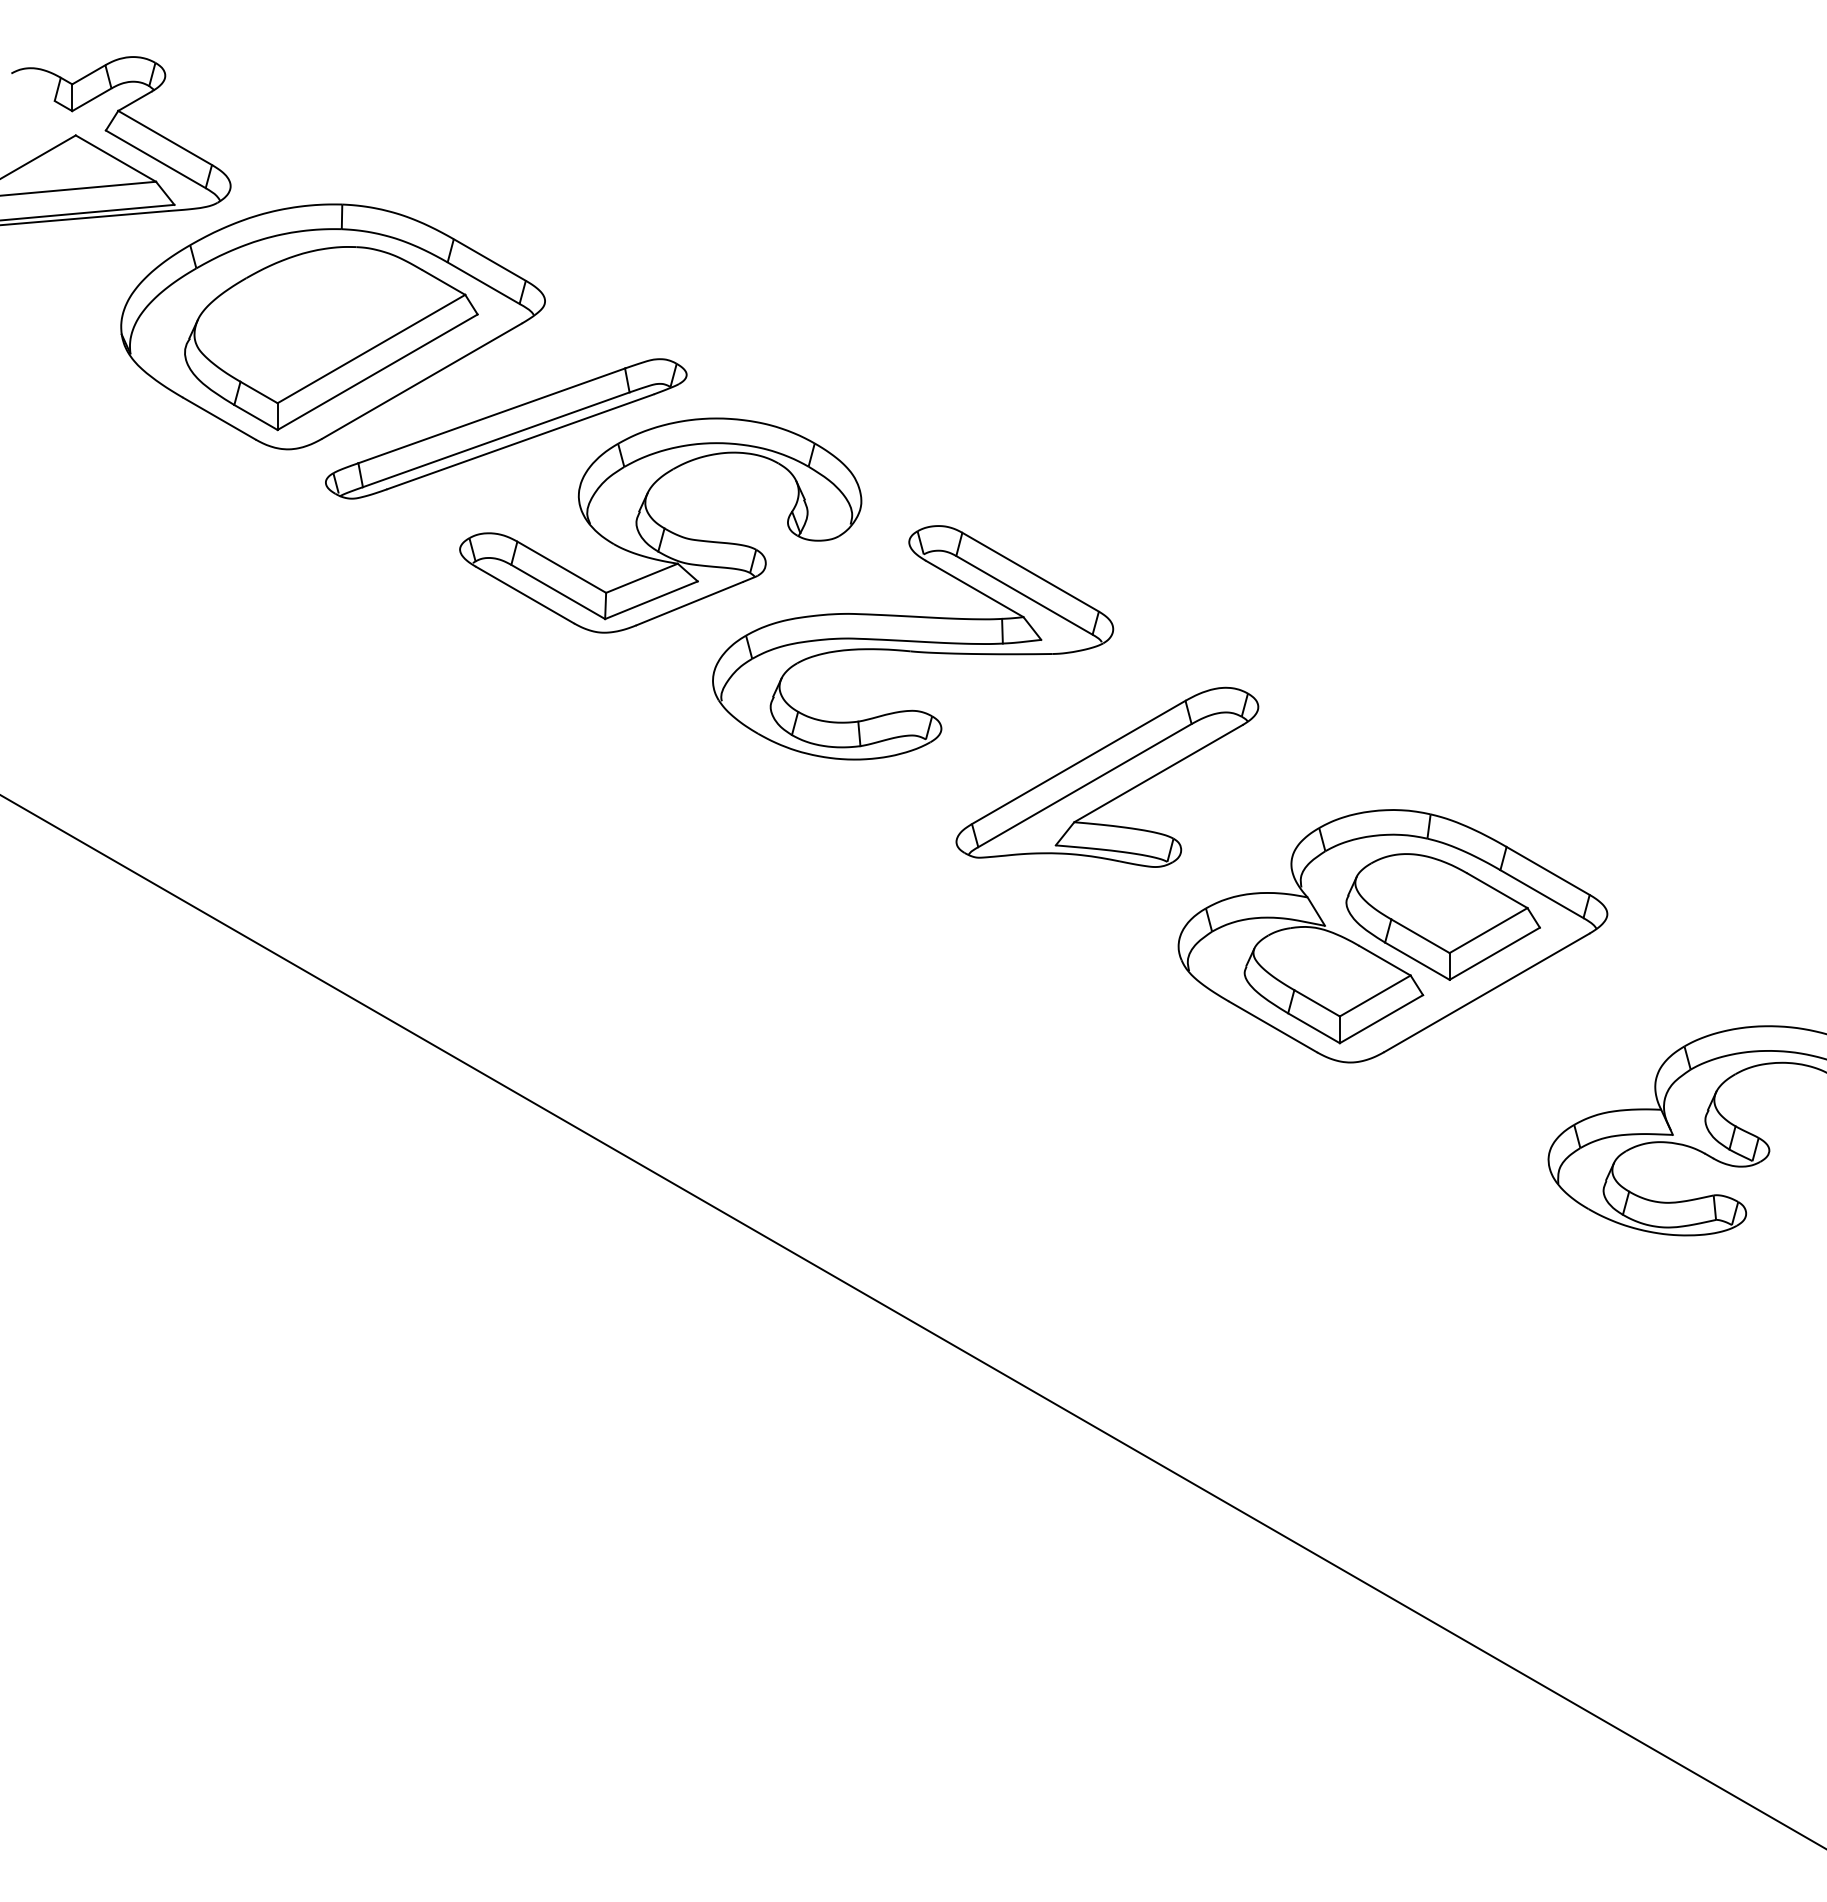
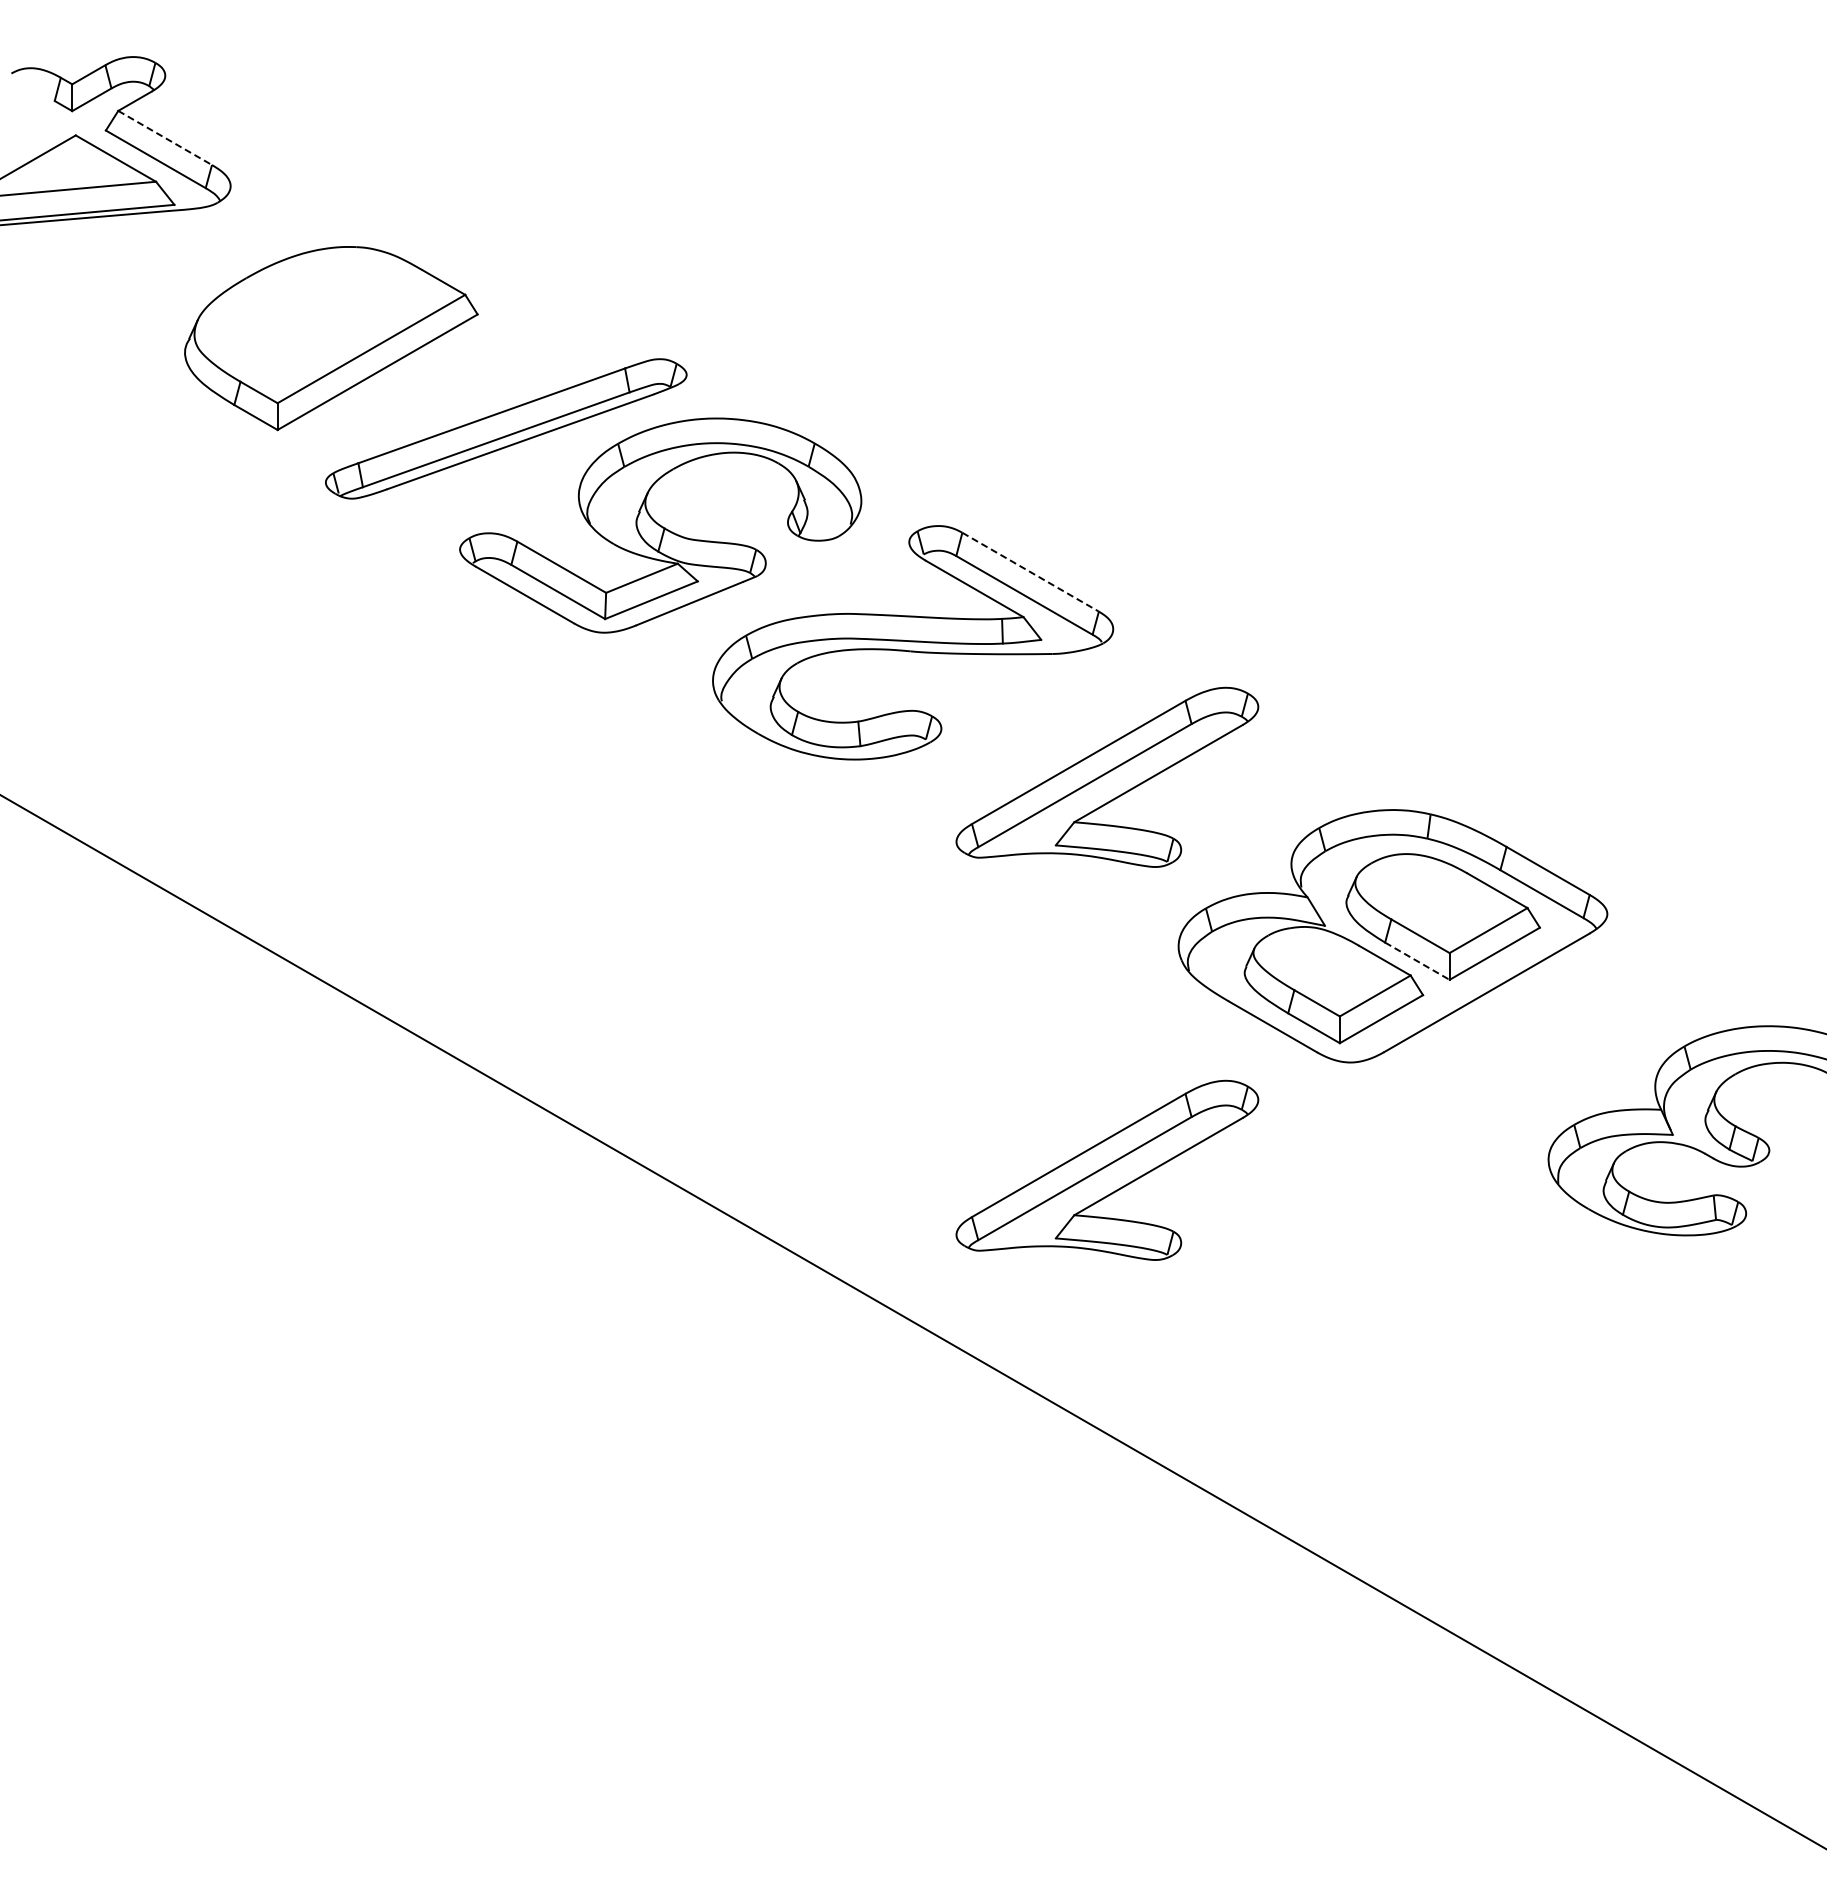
line at (165, 138): solid -> dashed
part at (332, 326): present -> none
line at (1030, 572): solid -> dashed
line at (1417, 961): solid -> dashed
part at (1107, 1169): none -> present
